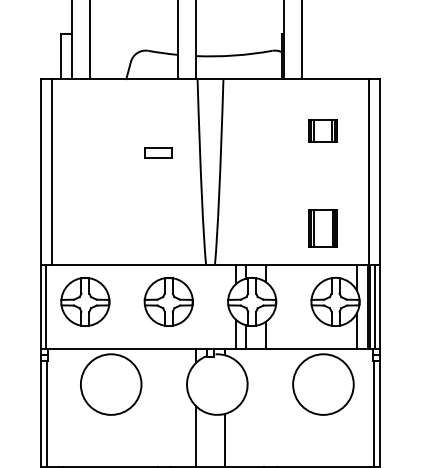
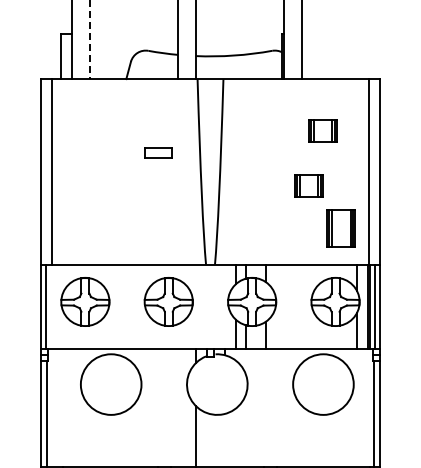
line at (89, 40): solid -> dashed
part at (308, 185): none -> present
part at (322, 228) position: (322, 228) -> (340, 228)
line at (225, 438): present -> none
